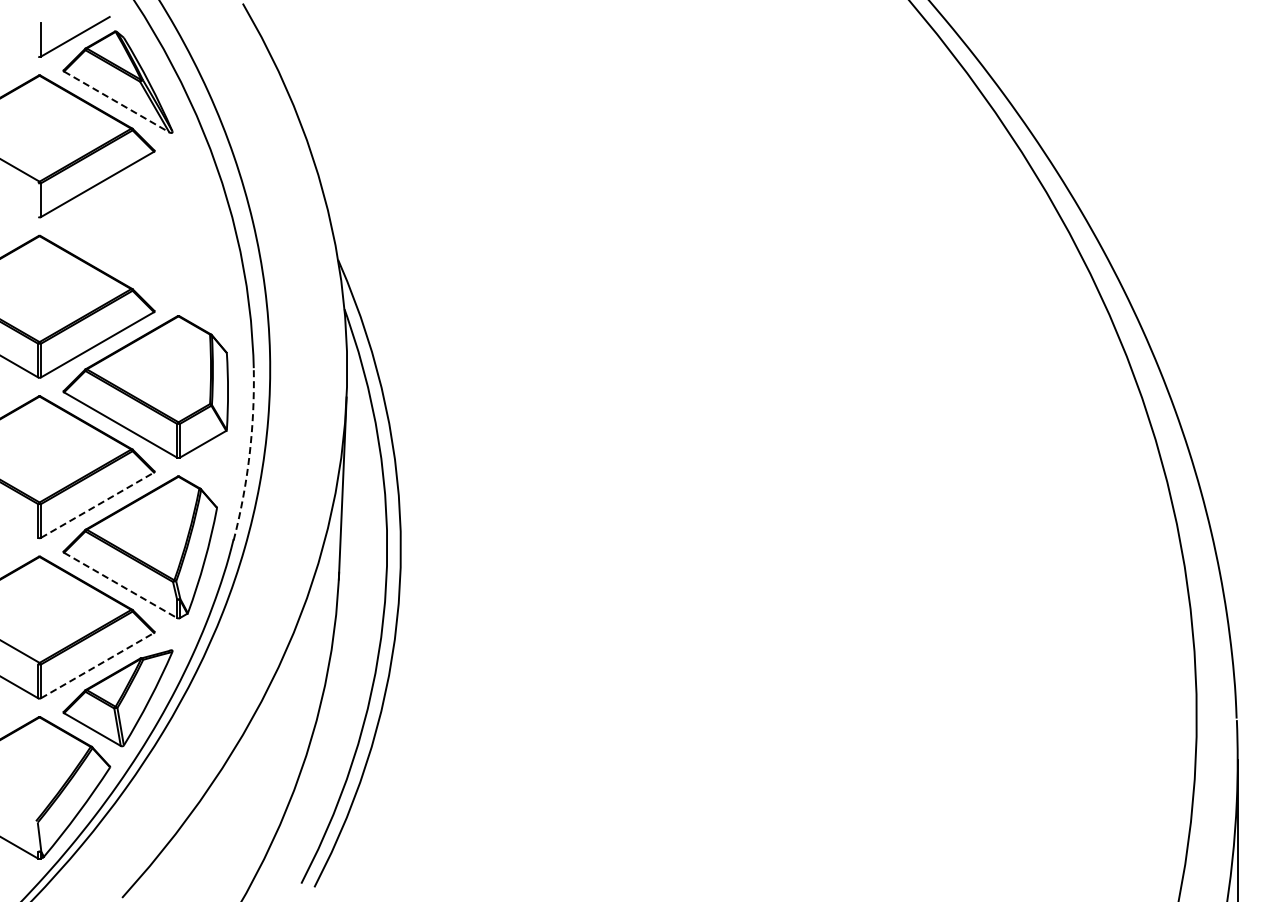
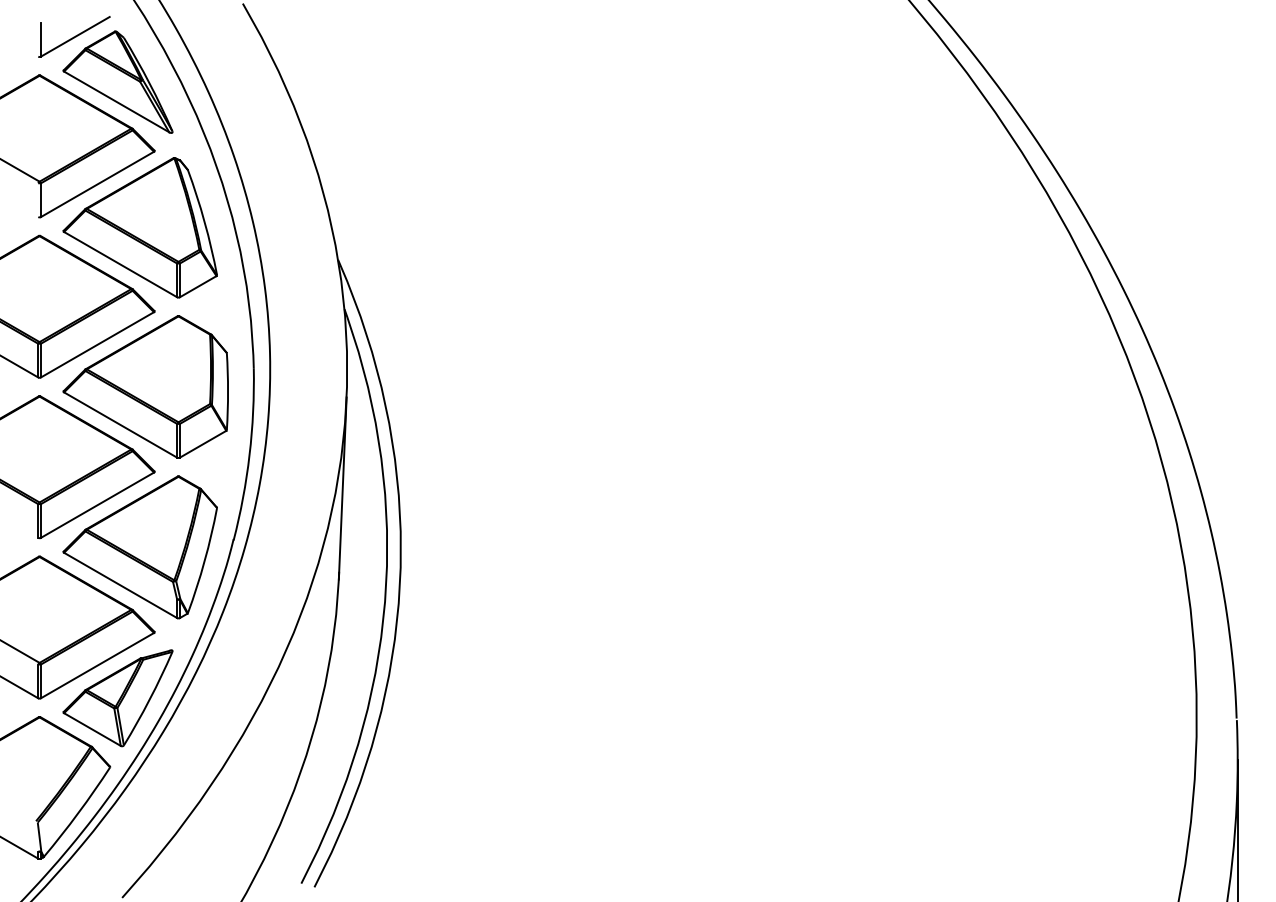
line at (116, 101): dashed -> solid
part at (139, 227): none -> present
arc at (249, 455): dashed -> solid
line at (97, 504): dashed -> solid
line at (121, 585): dashed -> solid
line at (97, 665): dashed -> solid
